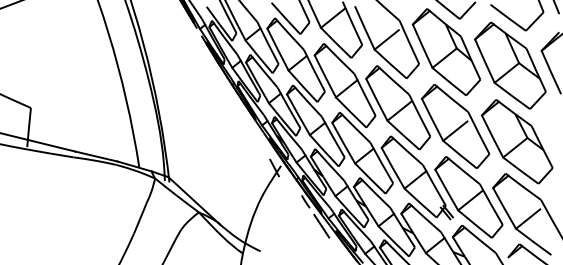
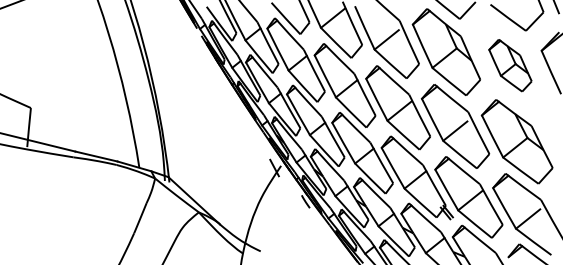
part at (510, 65) size: 73x89 px -> 45x54 px
line at (321, 225): present -> none
